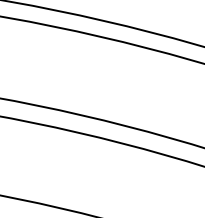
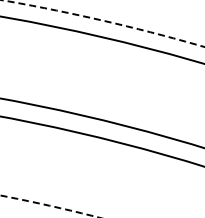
circle at (102, 23): solid -> dashed
circle at (50, 206): solid -> dashed
